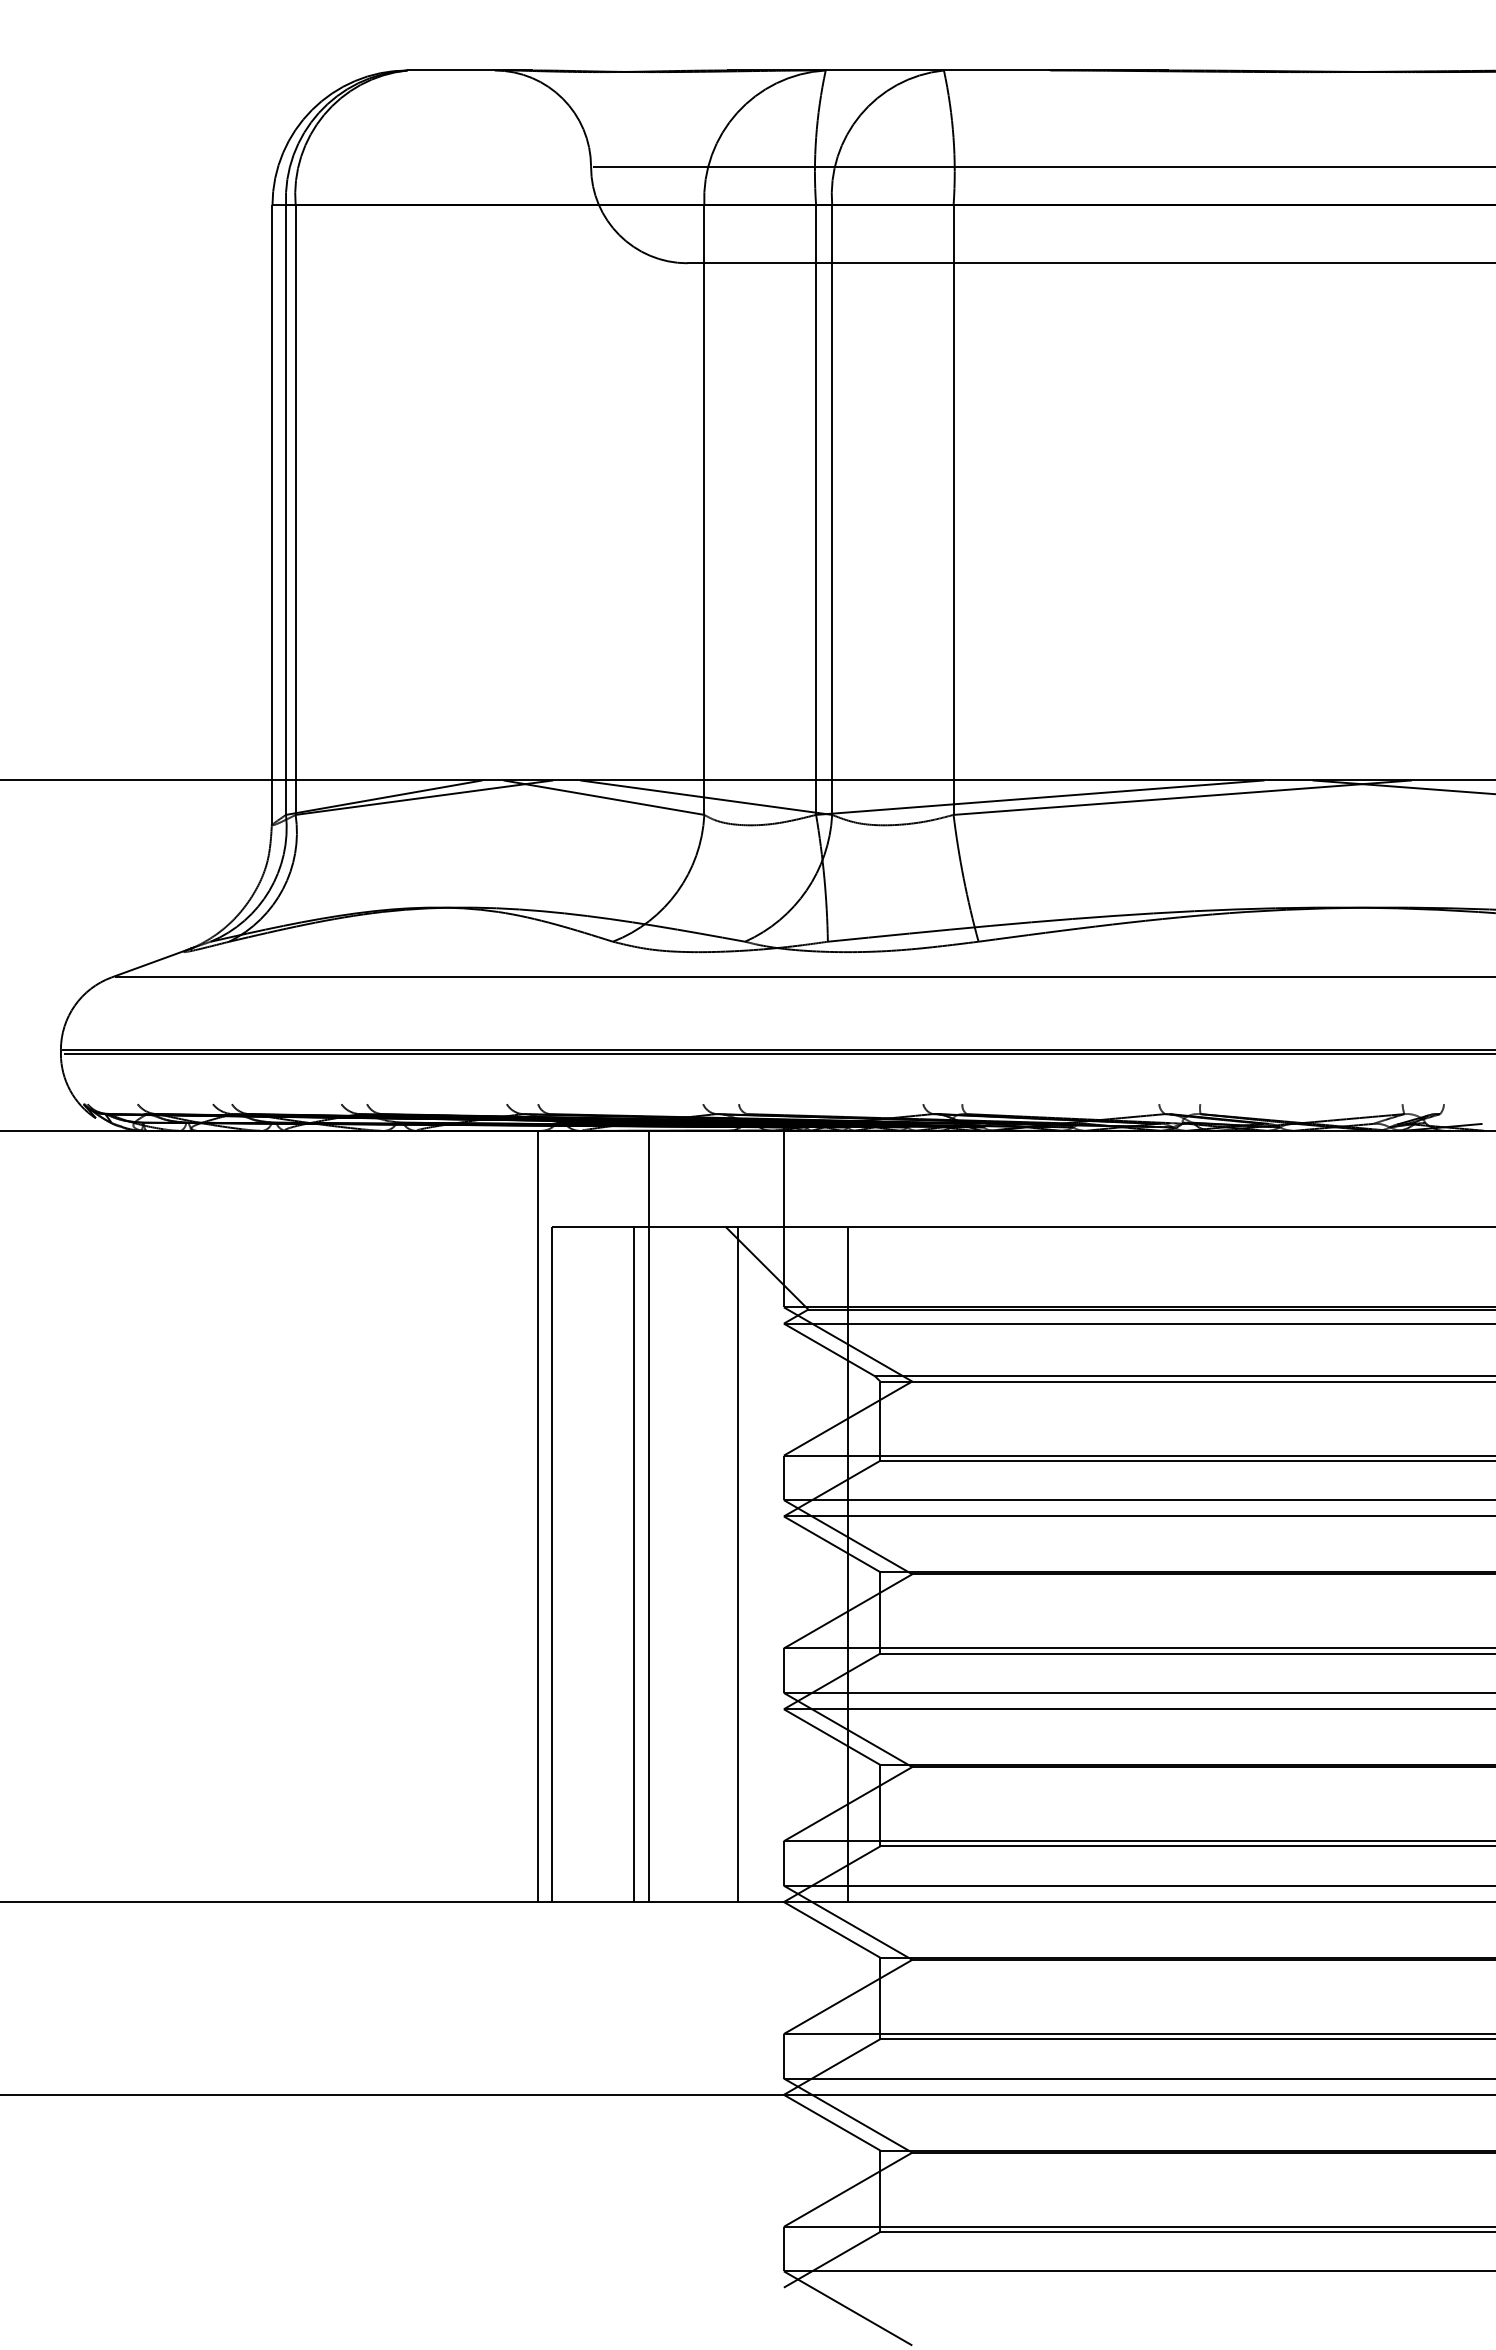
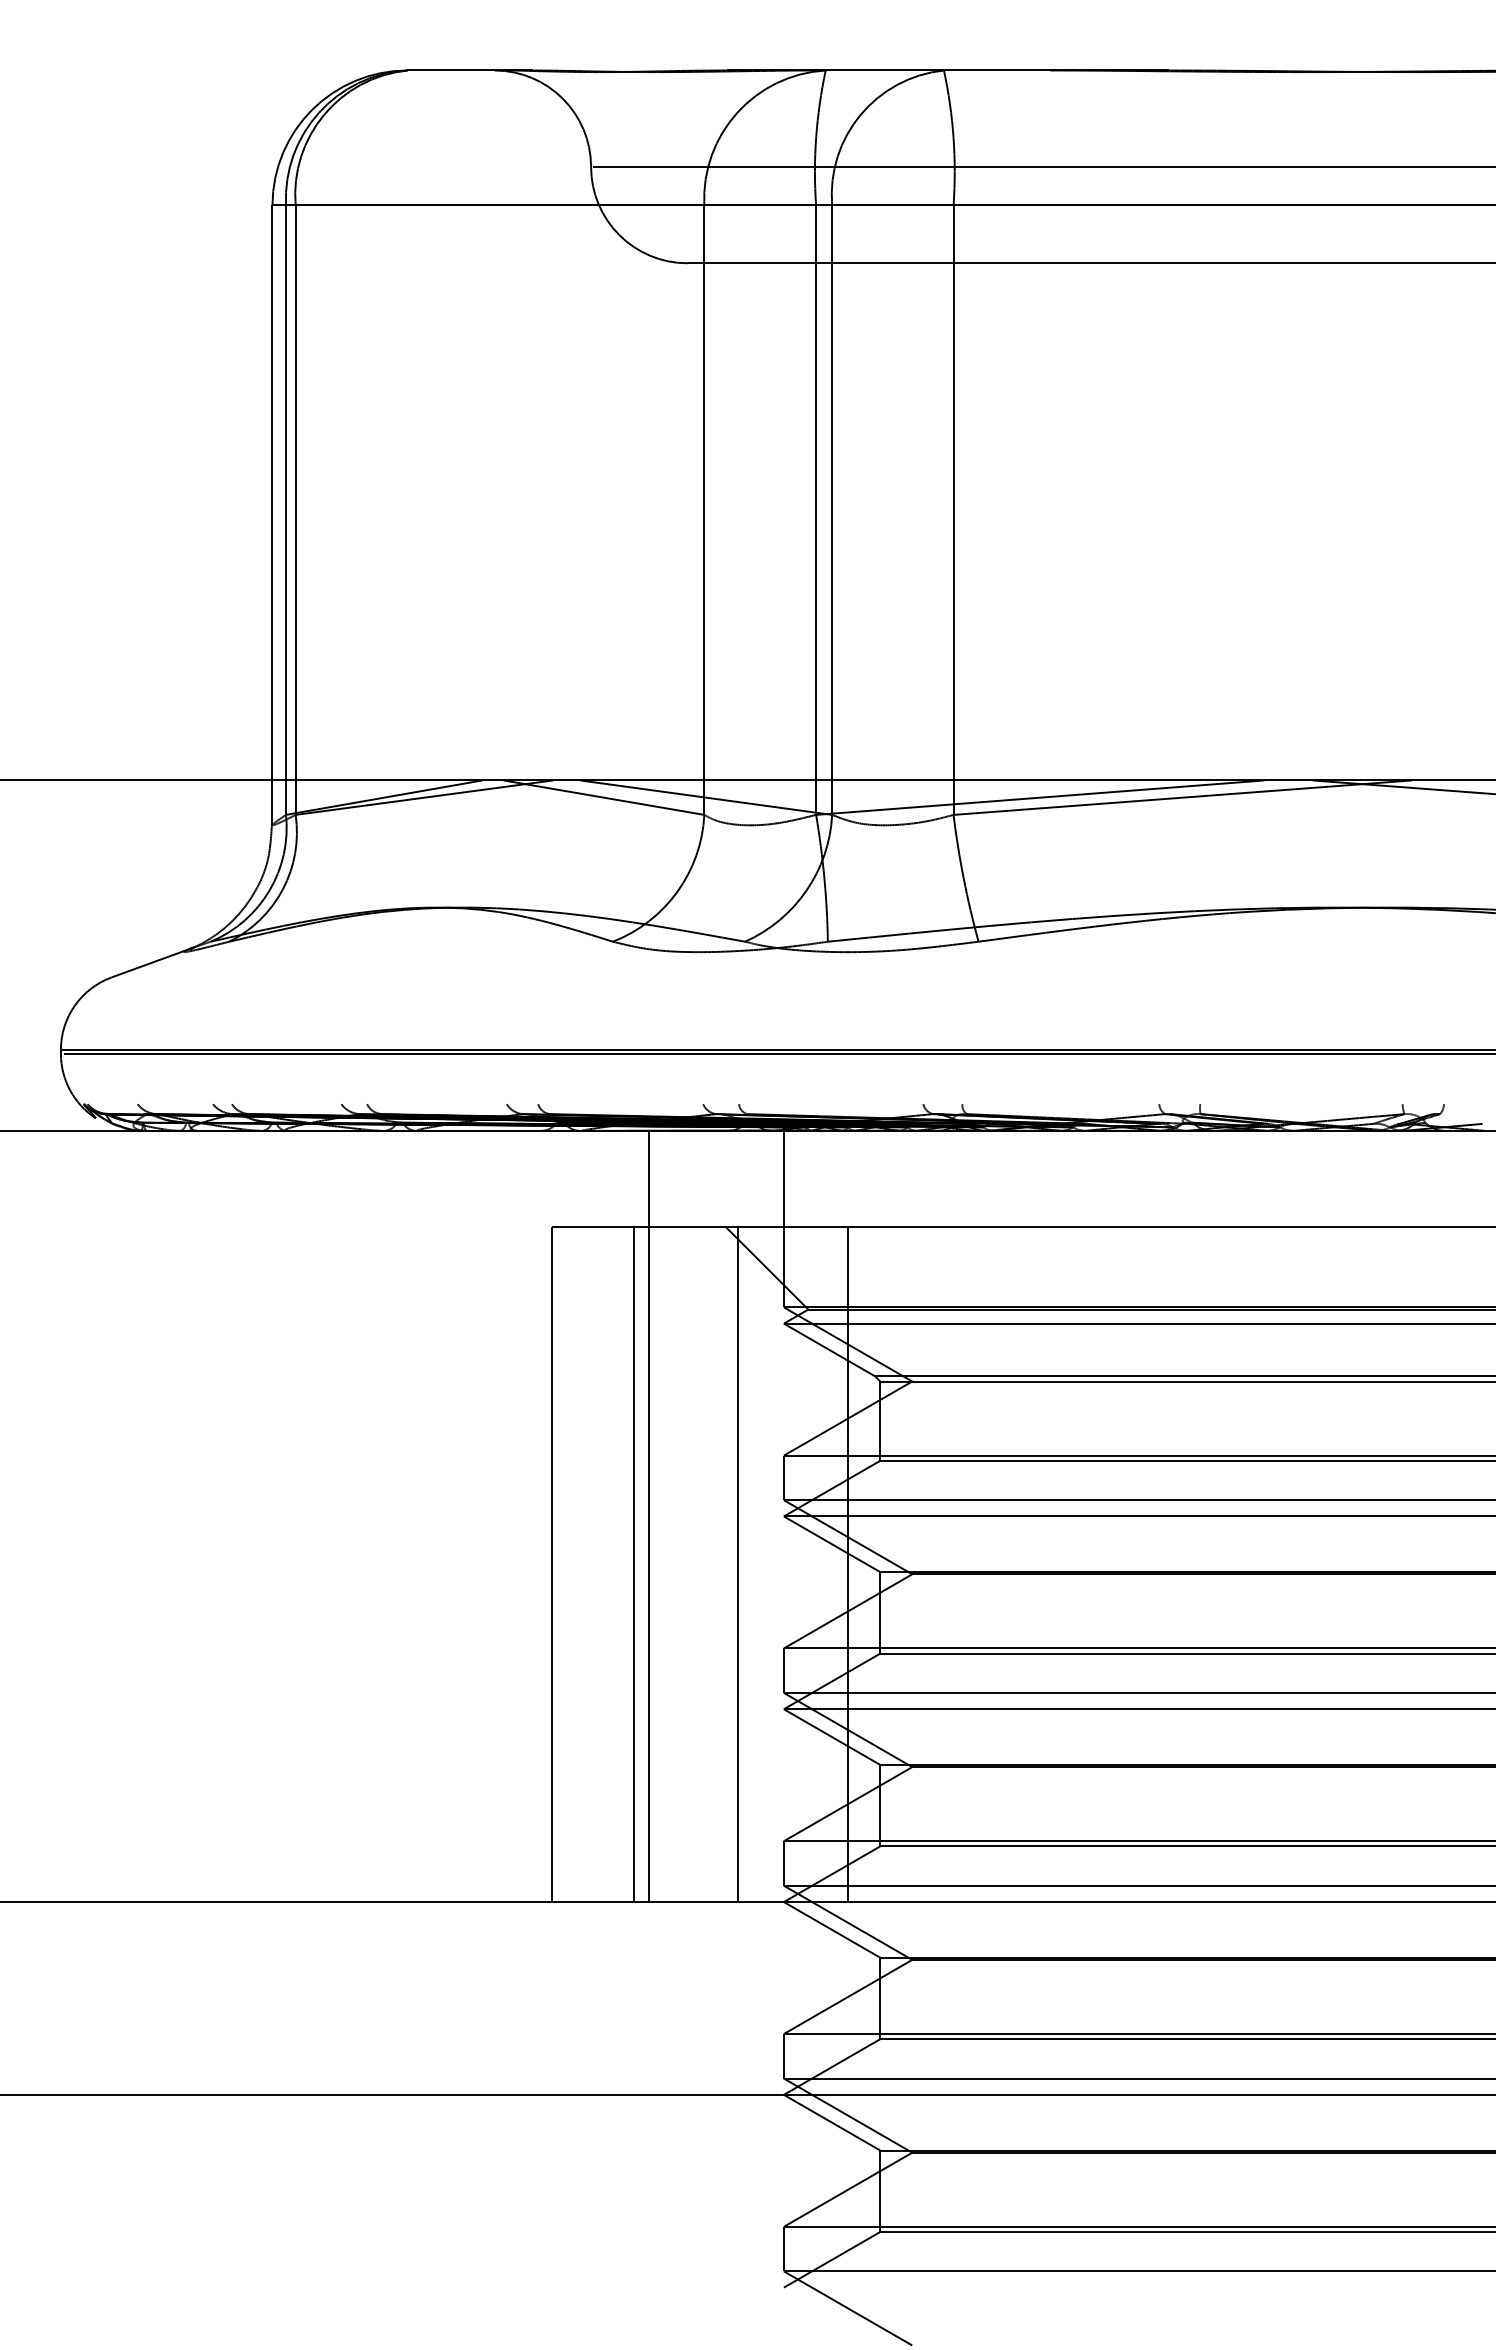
line at (803, 977): present -> none
line at (538, 1516): present -> none
